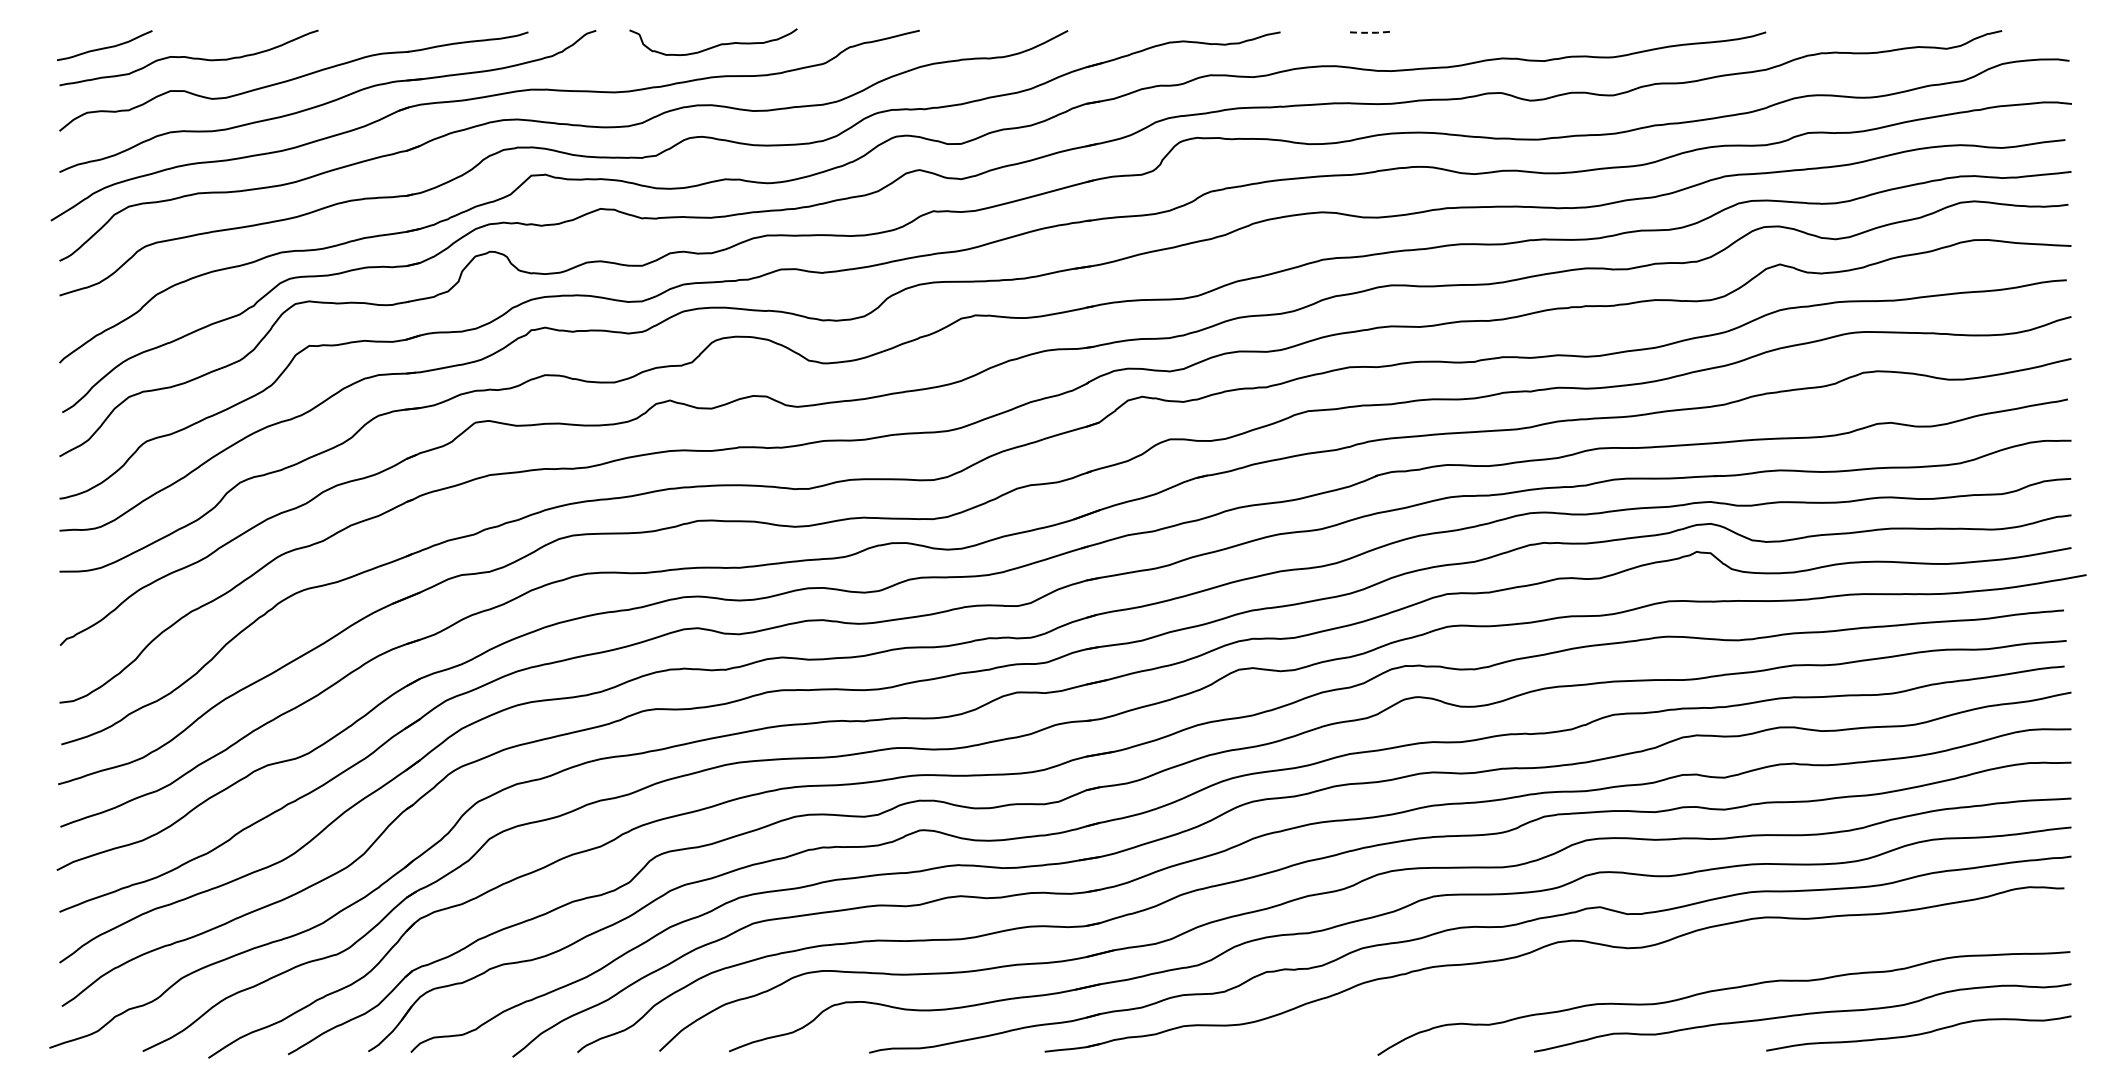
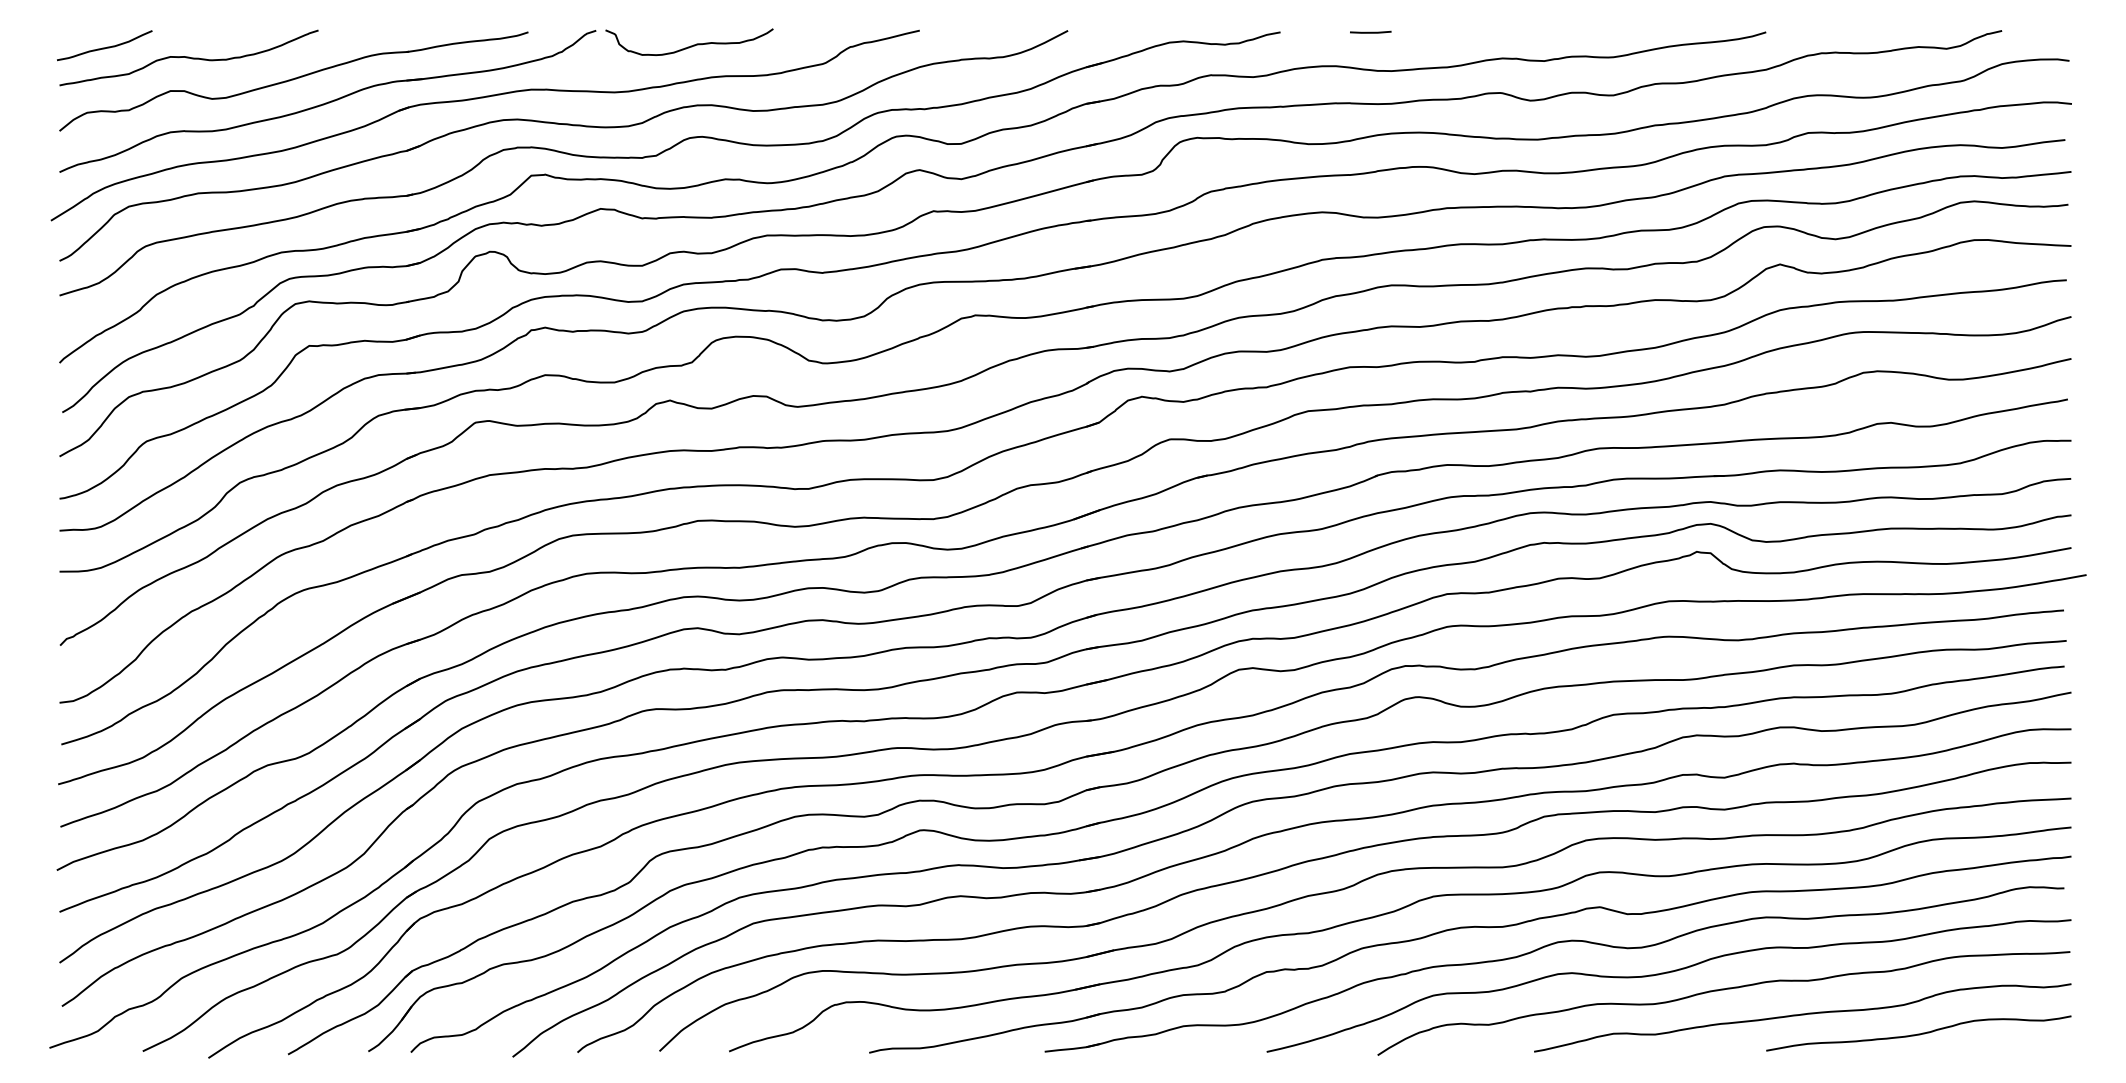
line at (1371, 32): dashed -> solid
curve at (714, 45) position: (714, 45) -> (690, 45)
curve at (1668, 973): none -> present
